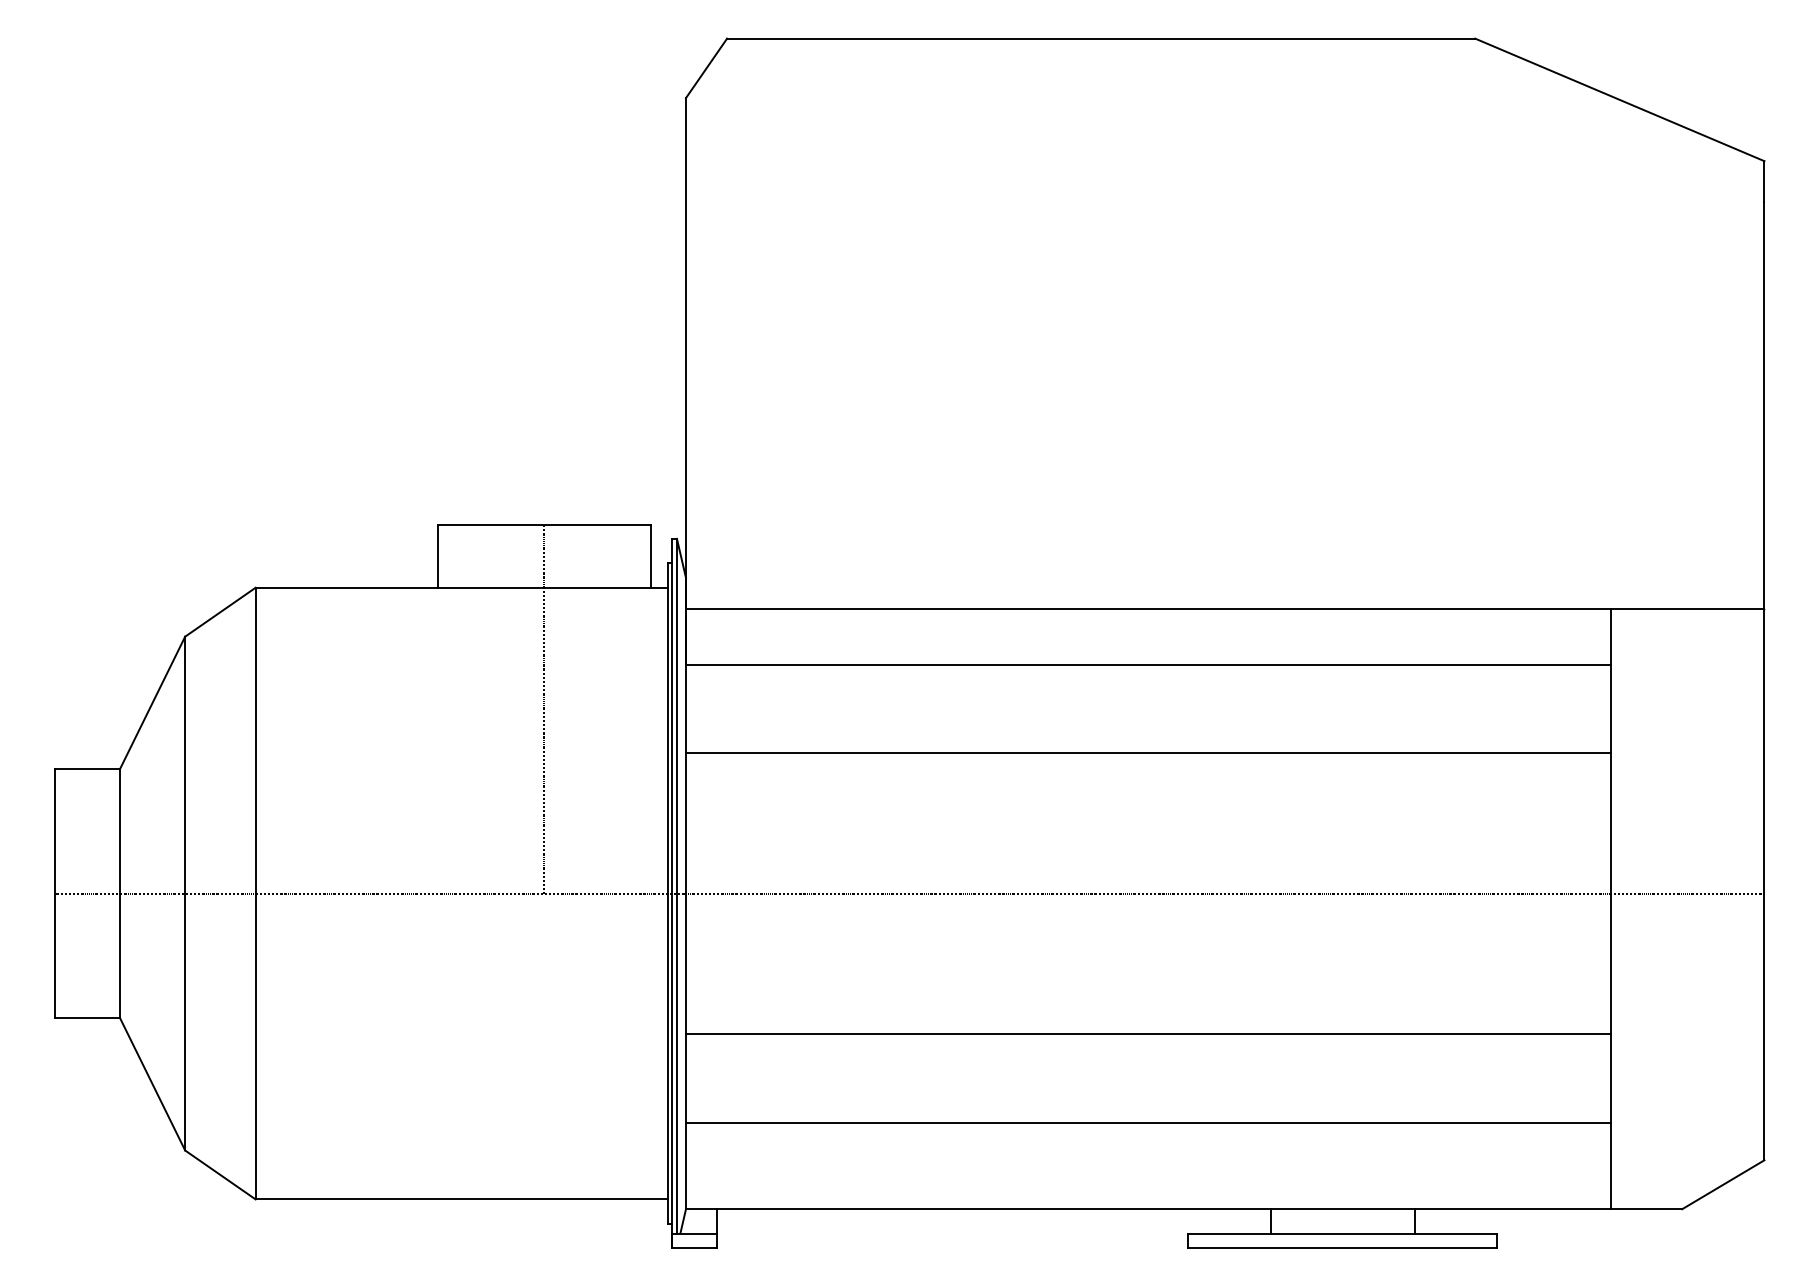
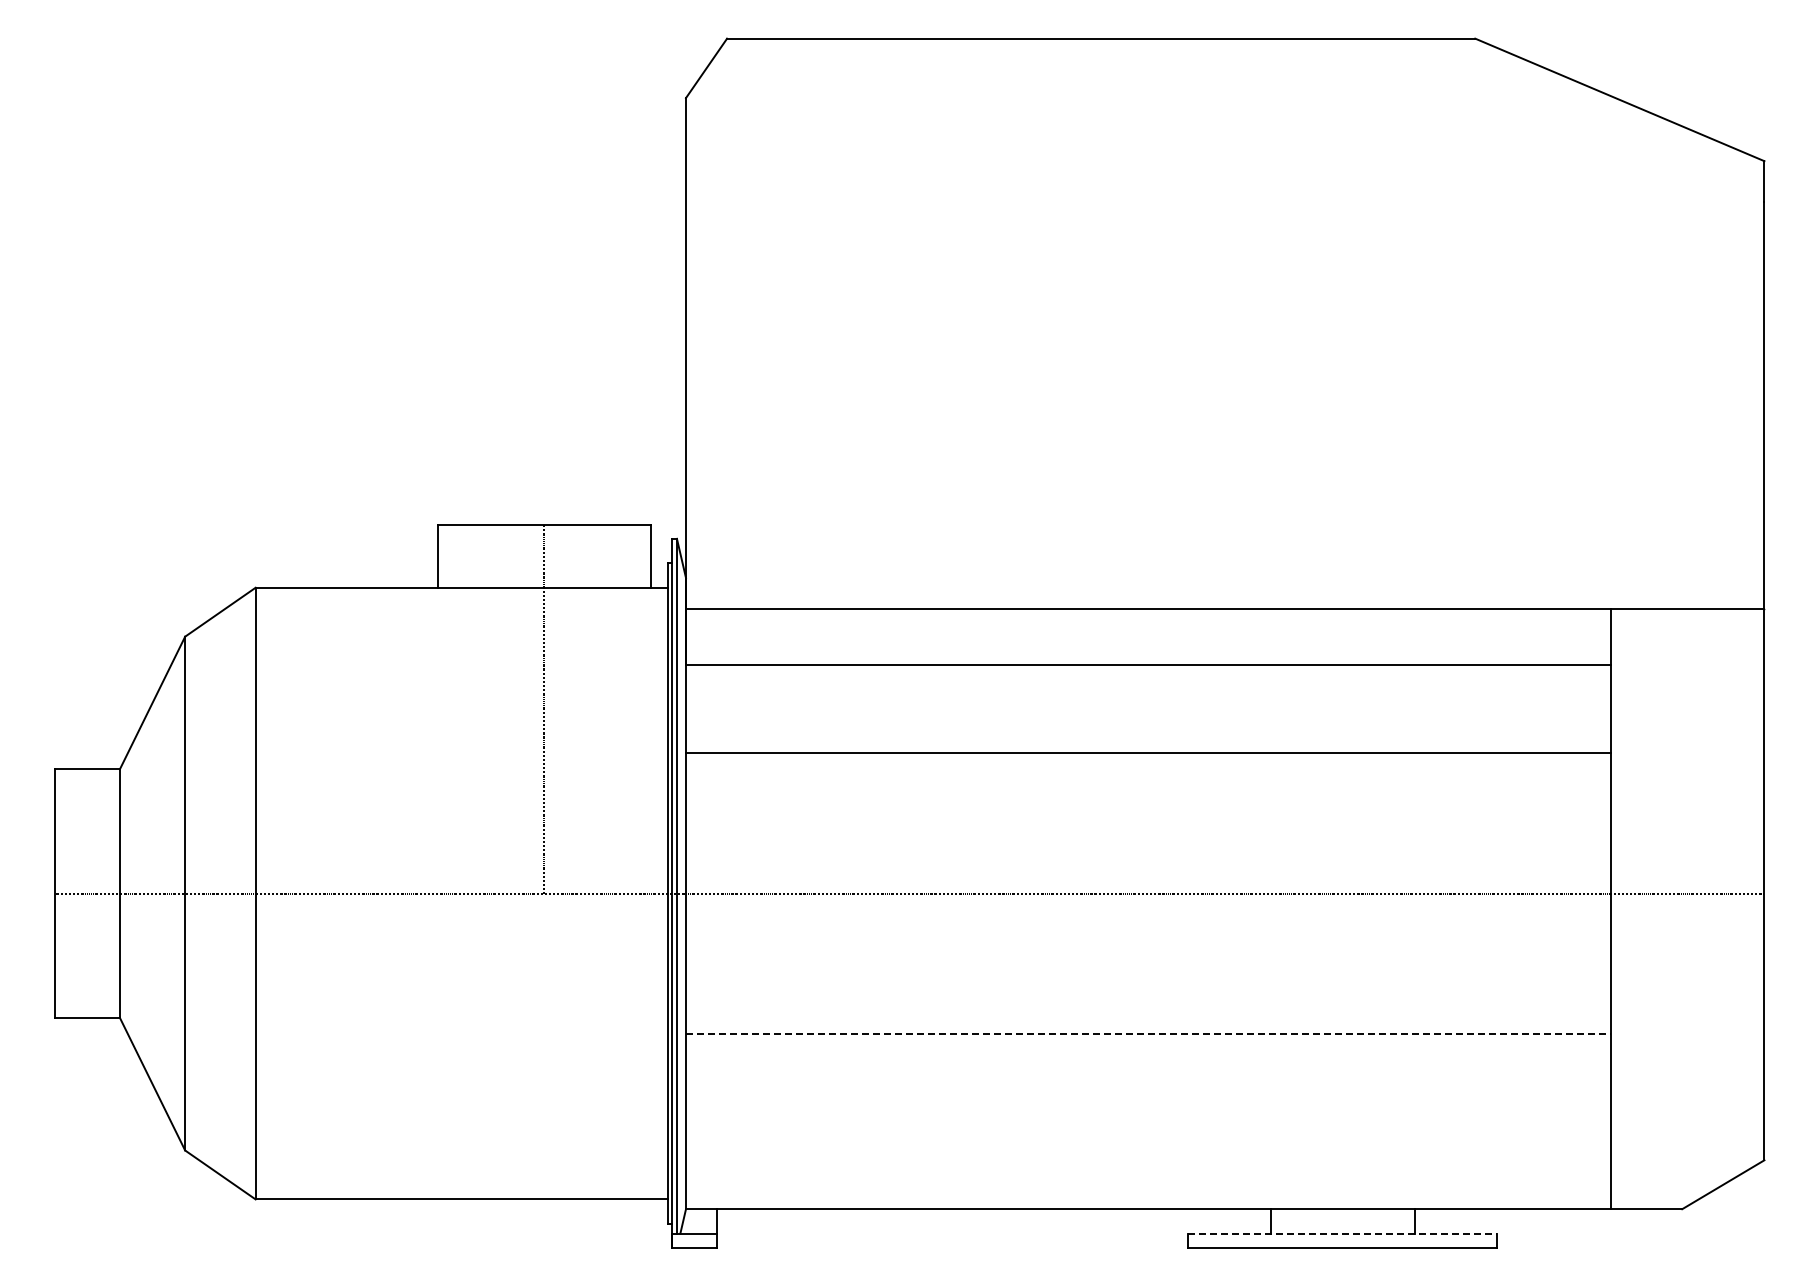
line at (1148, 1034): solid -> dashed
line at (1148, 1122): present -> none
line at (1343, 1233): solid -> dashed
